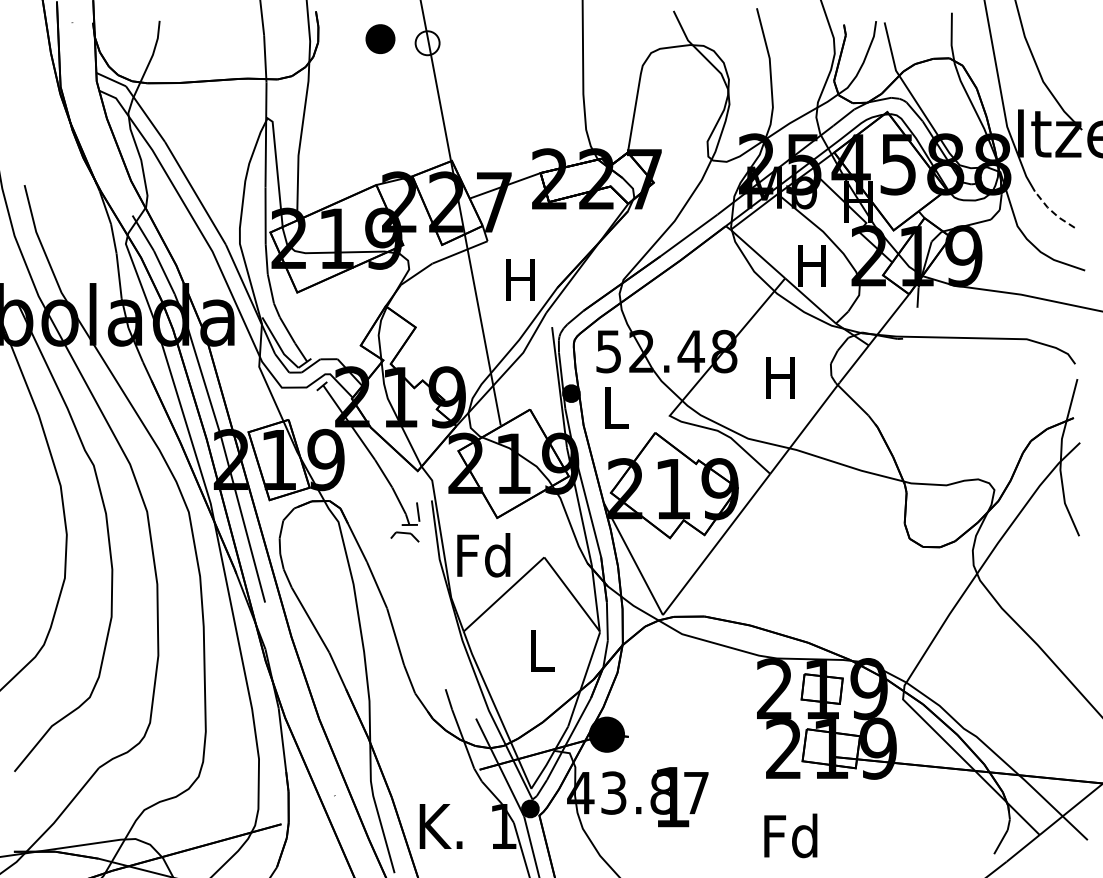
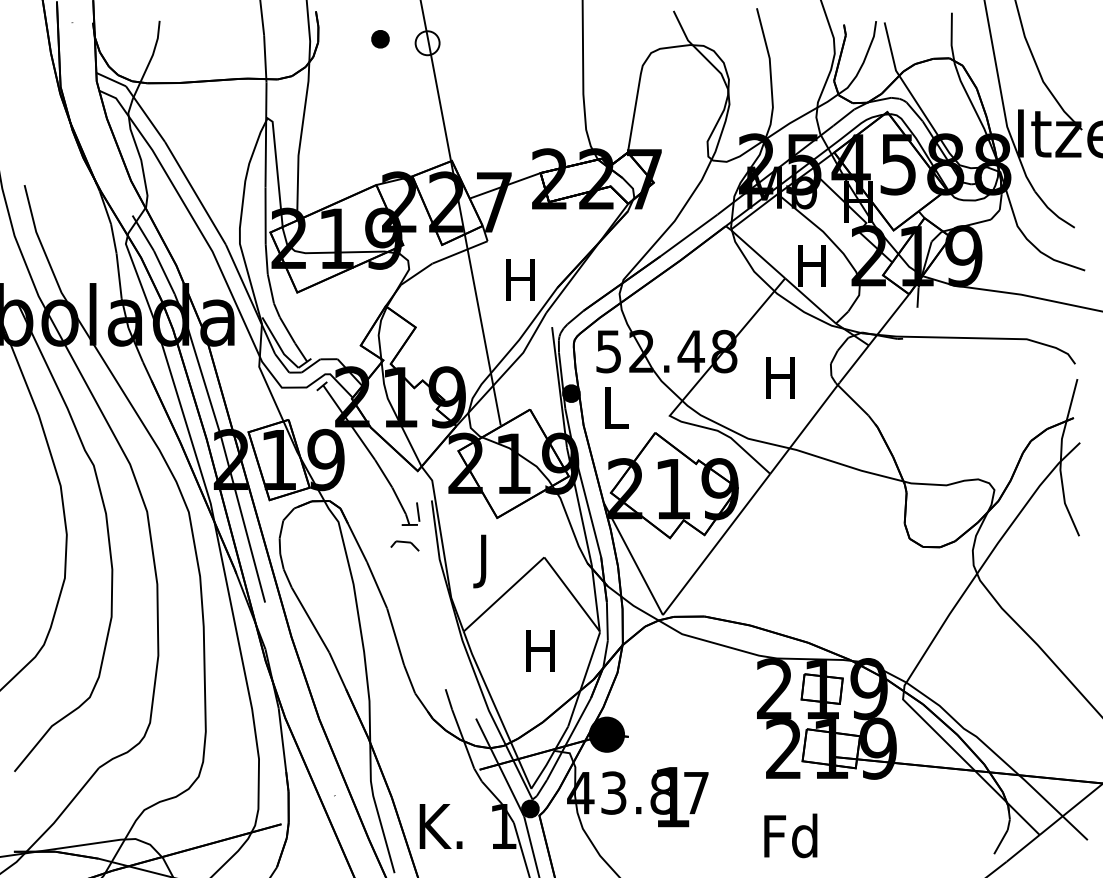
part at (380, 38) size: 31x30 px -> 19x19 px
line at (1052, 211): dashed -> solid
line at (405, 534) position: (405, 534) -> (405, 543)
text at (483, 560): Fd -> J
text at (540, 650): L -> H
